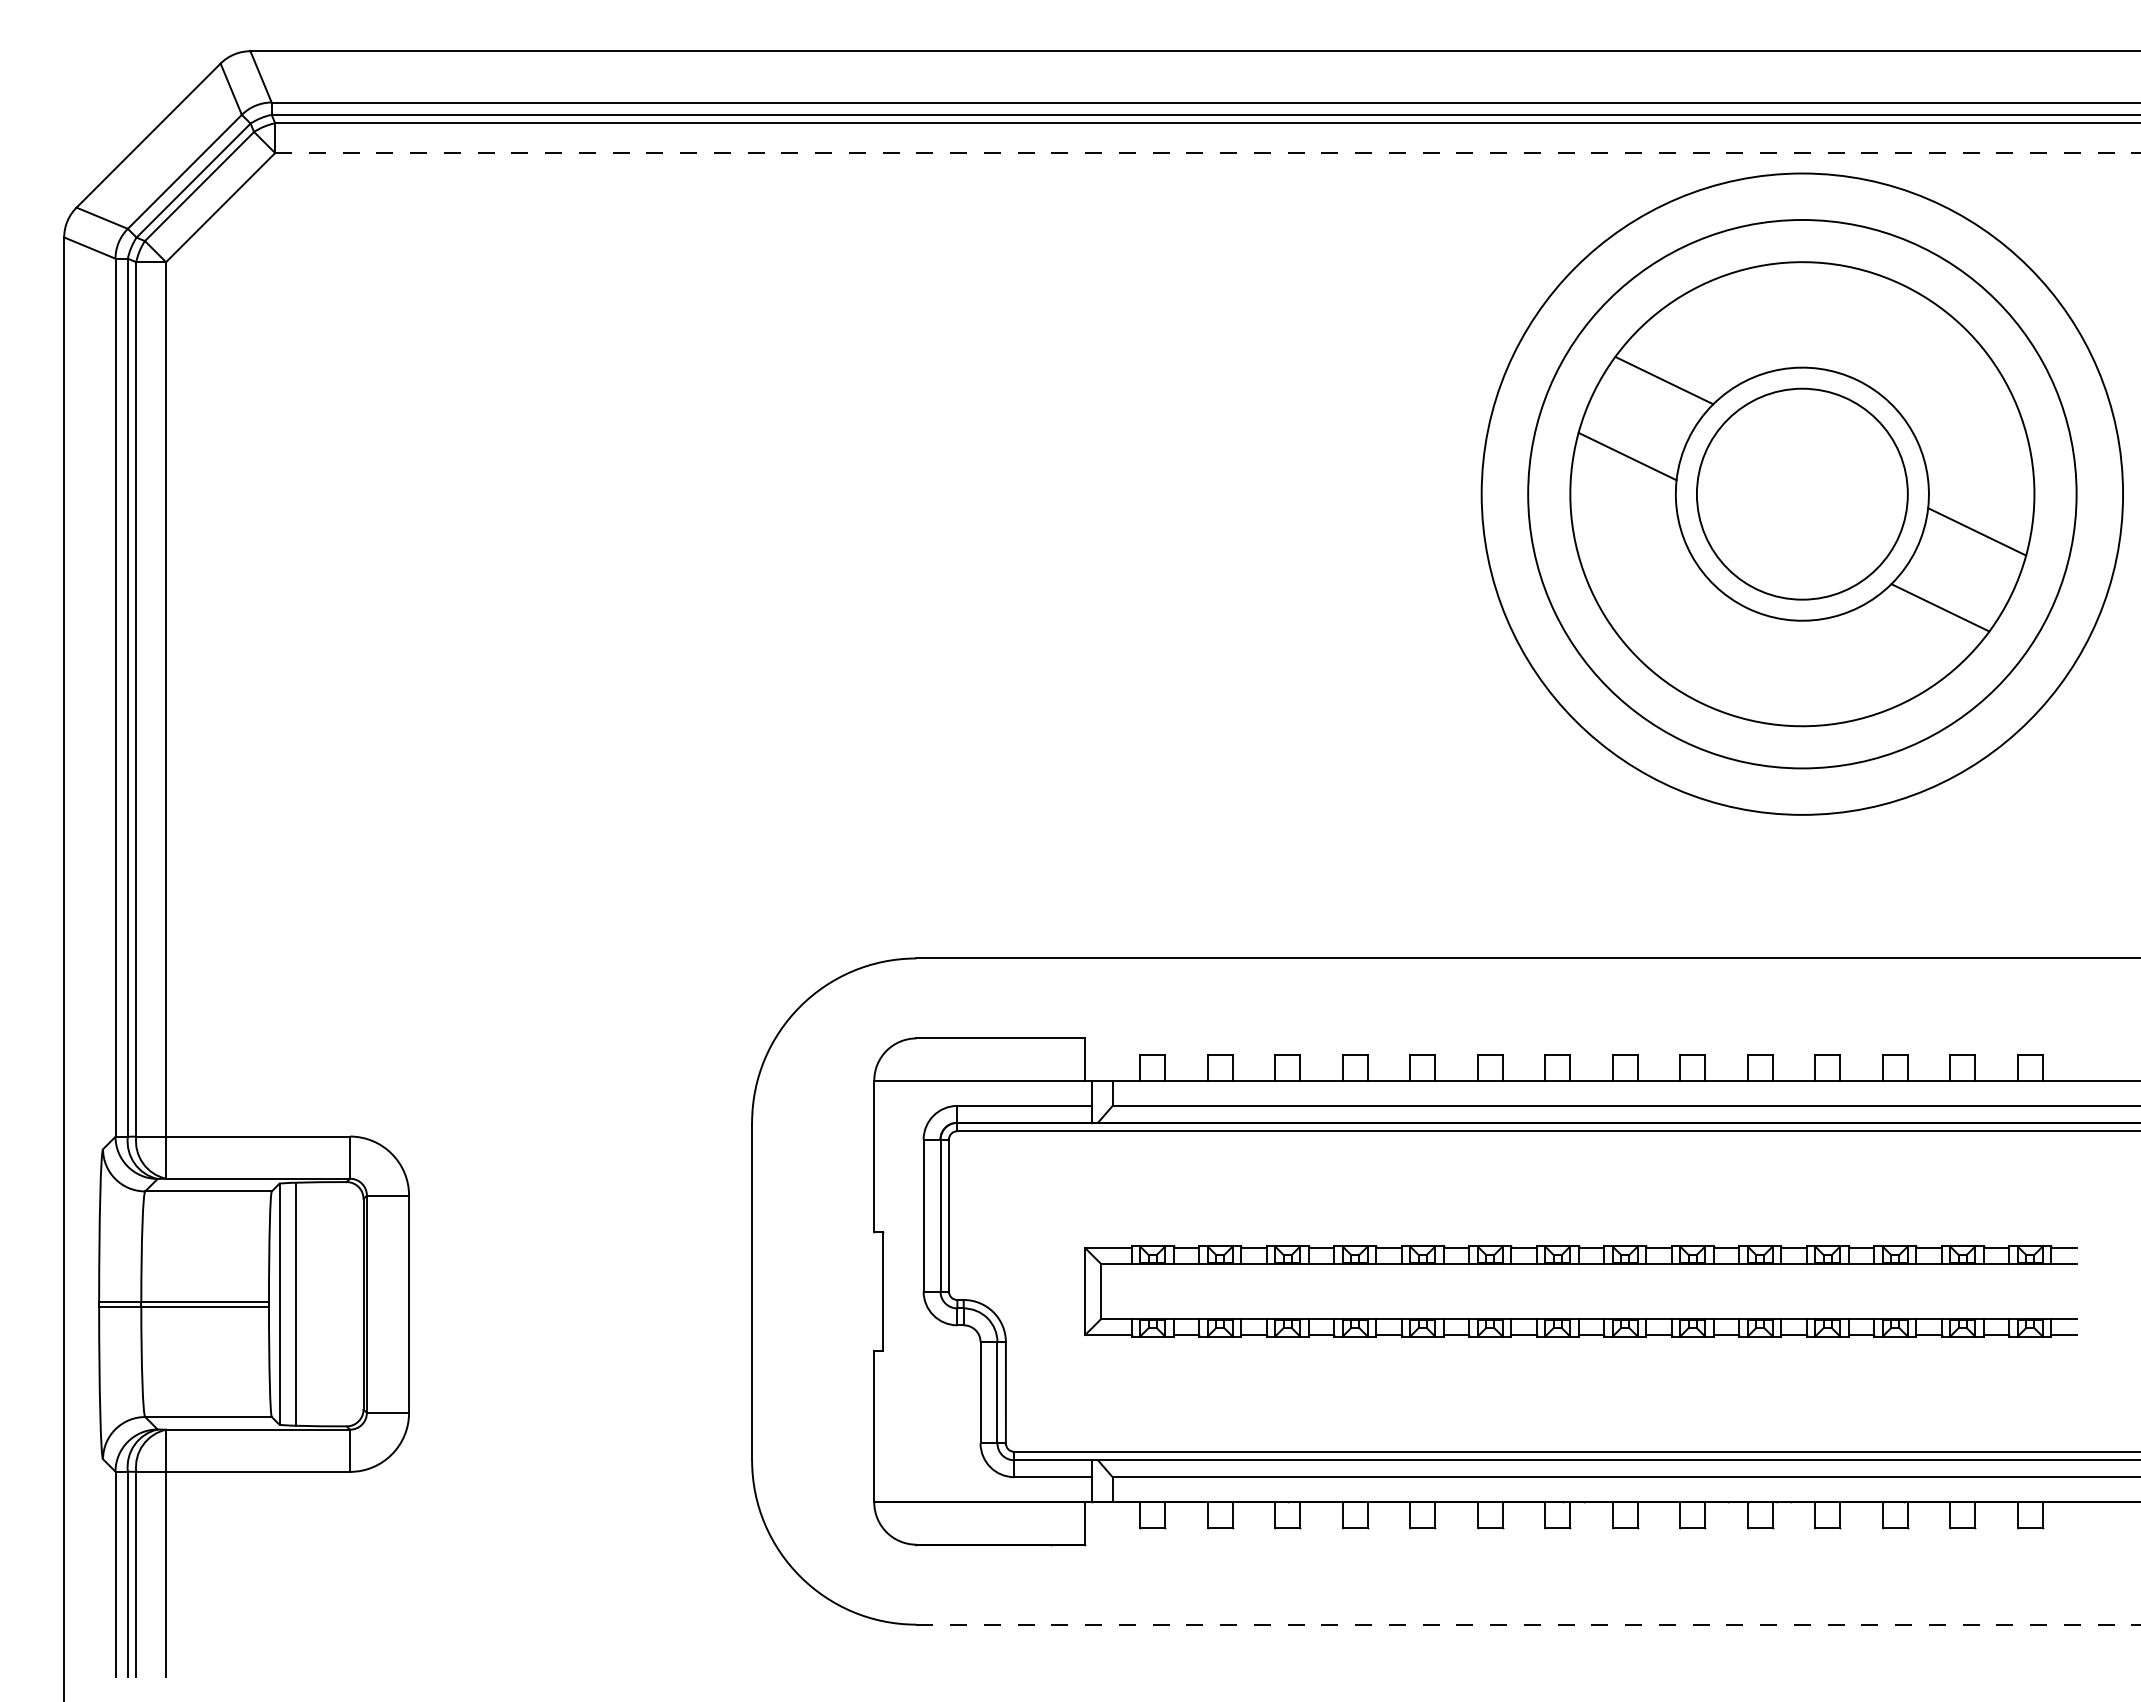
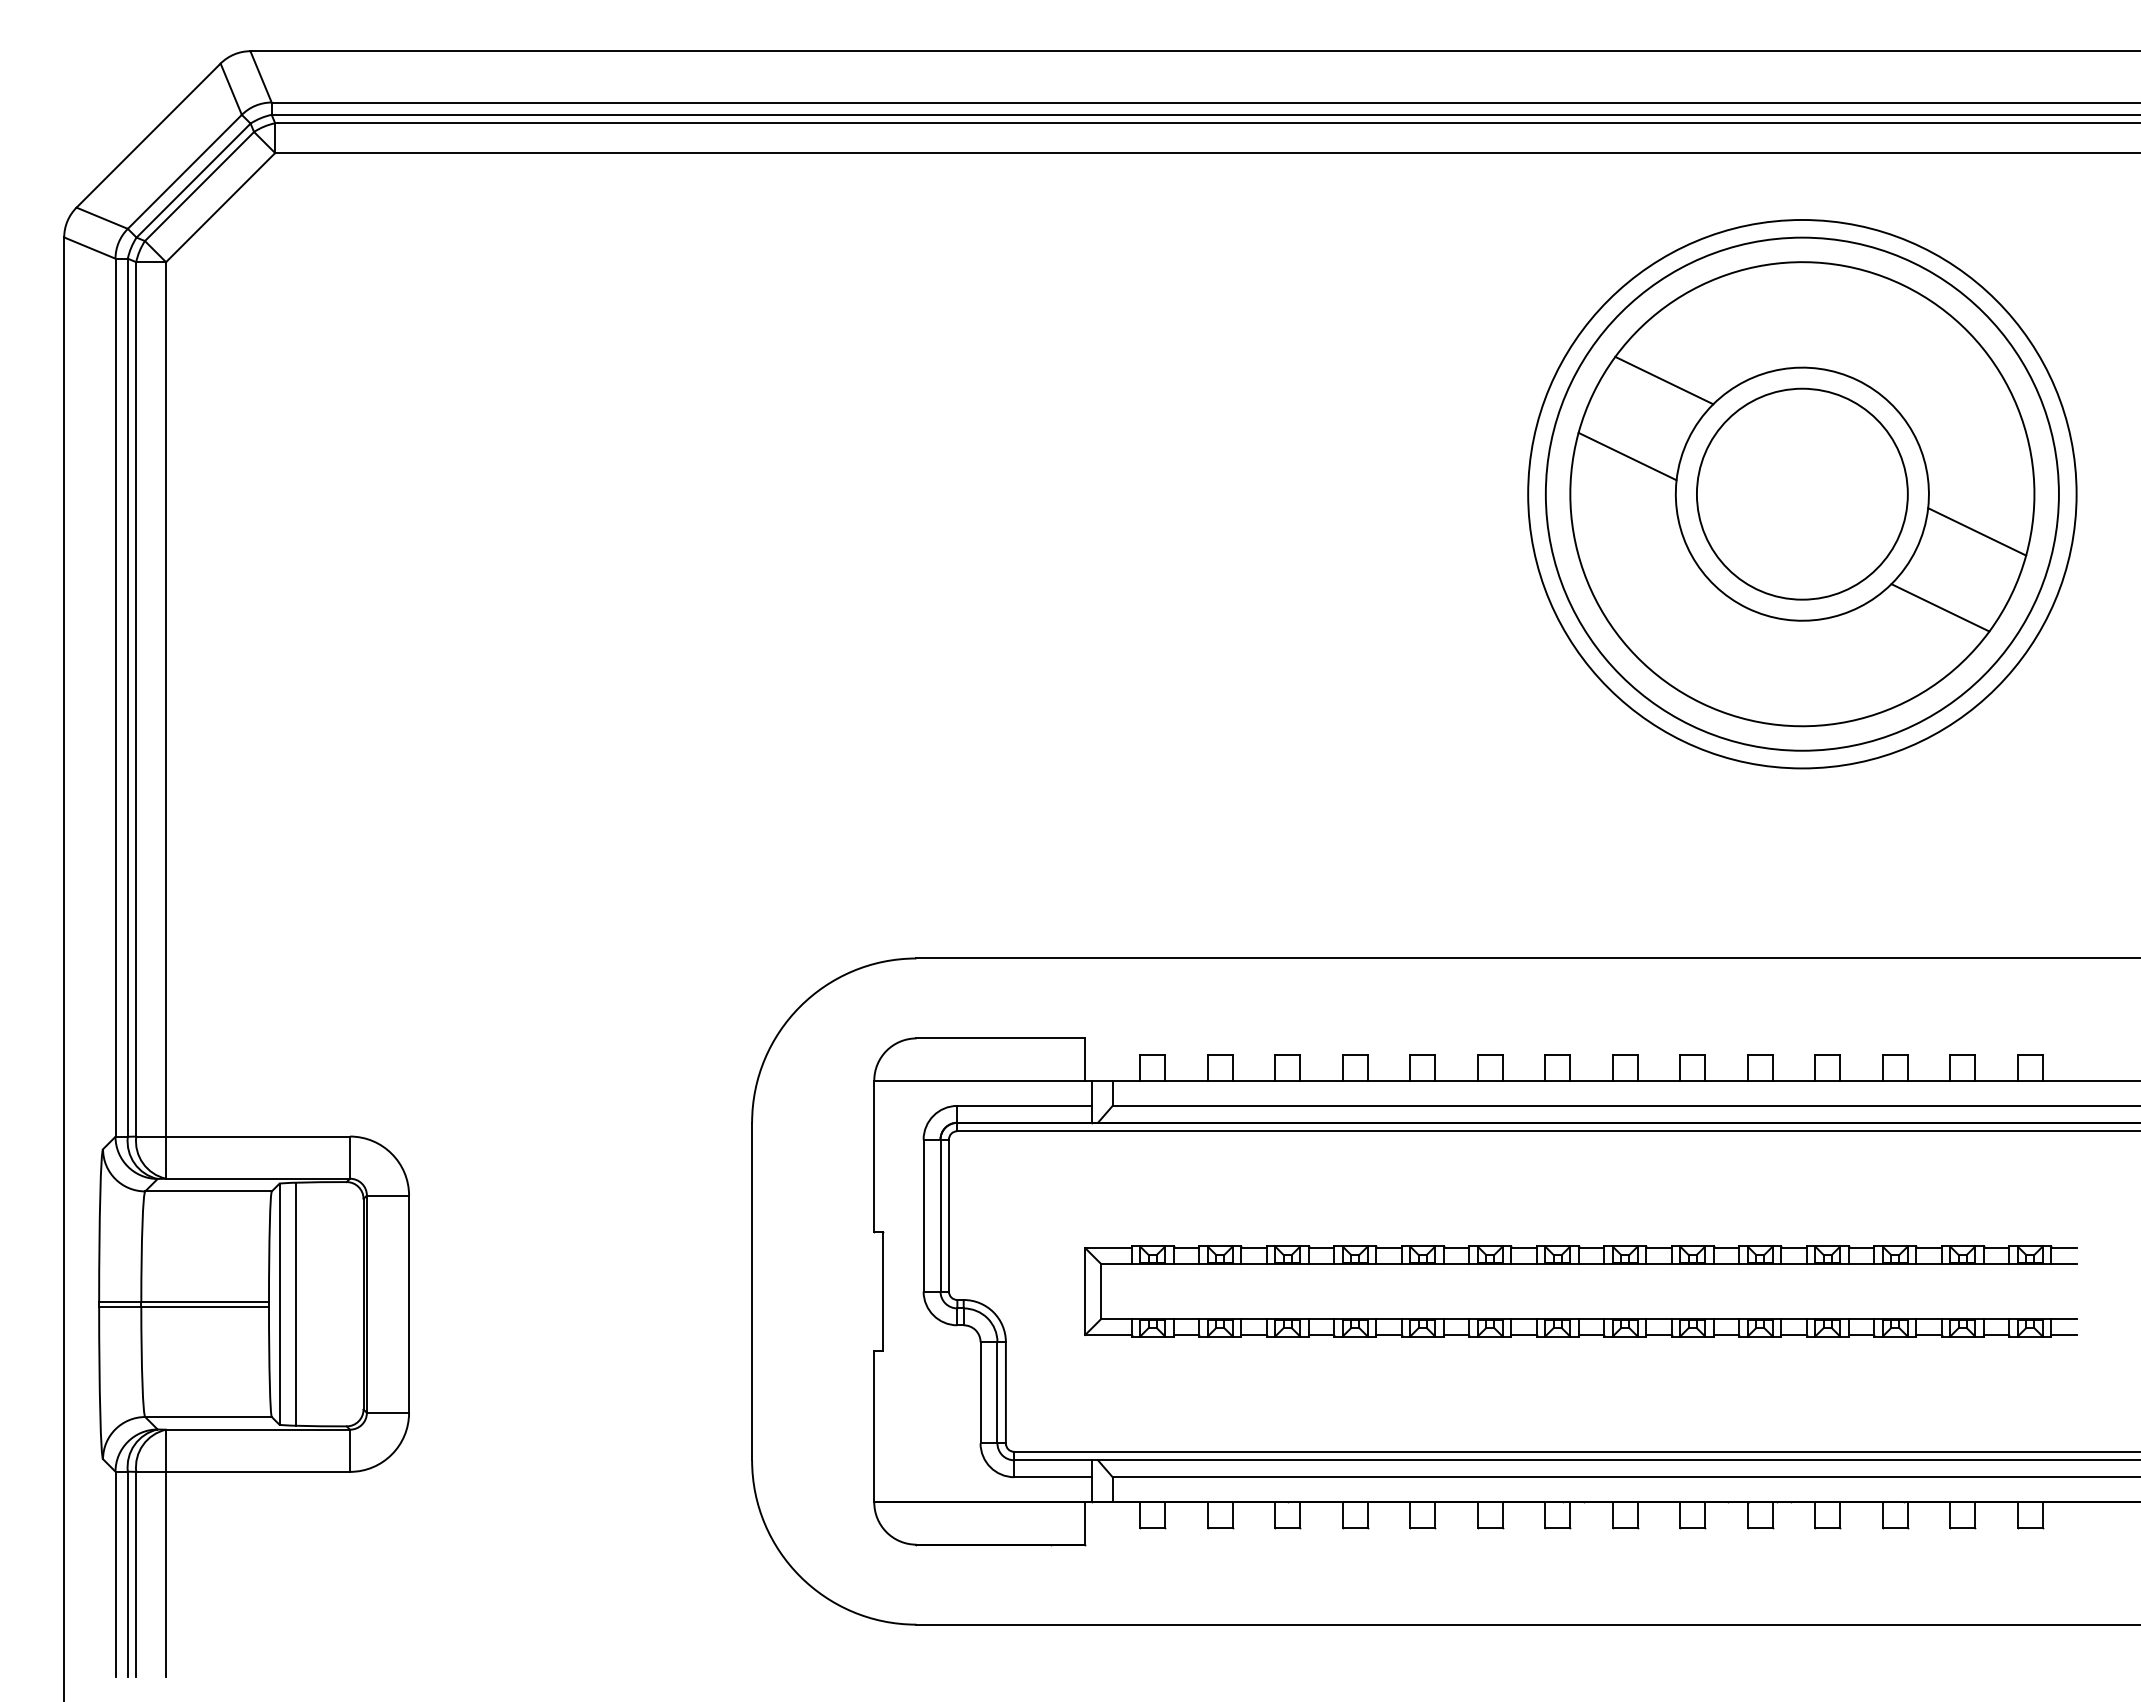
line at (1208, 153): dashed -> solid
circle at (1802, 493) diameter: 641 px -> 513 px
line at (1528, 1624): dashed -> solid
